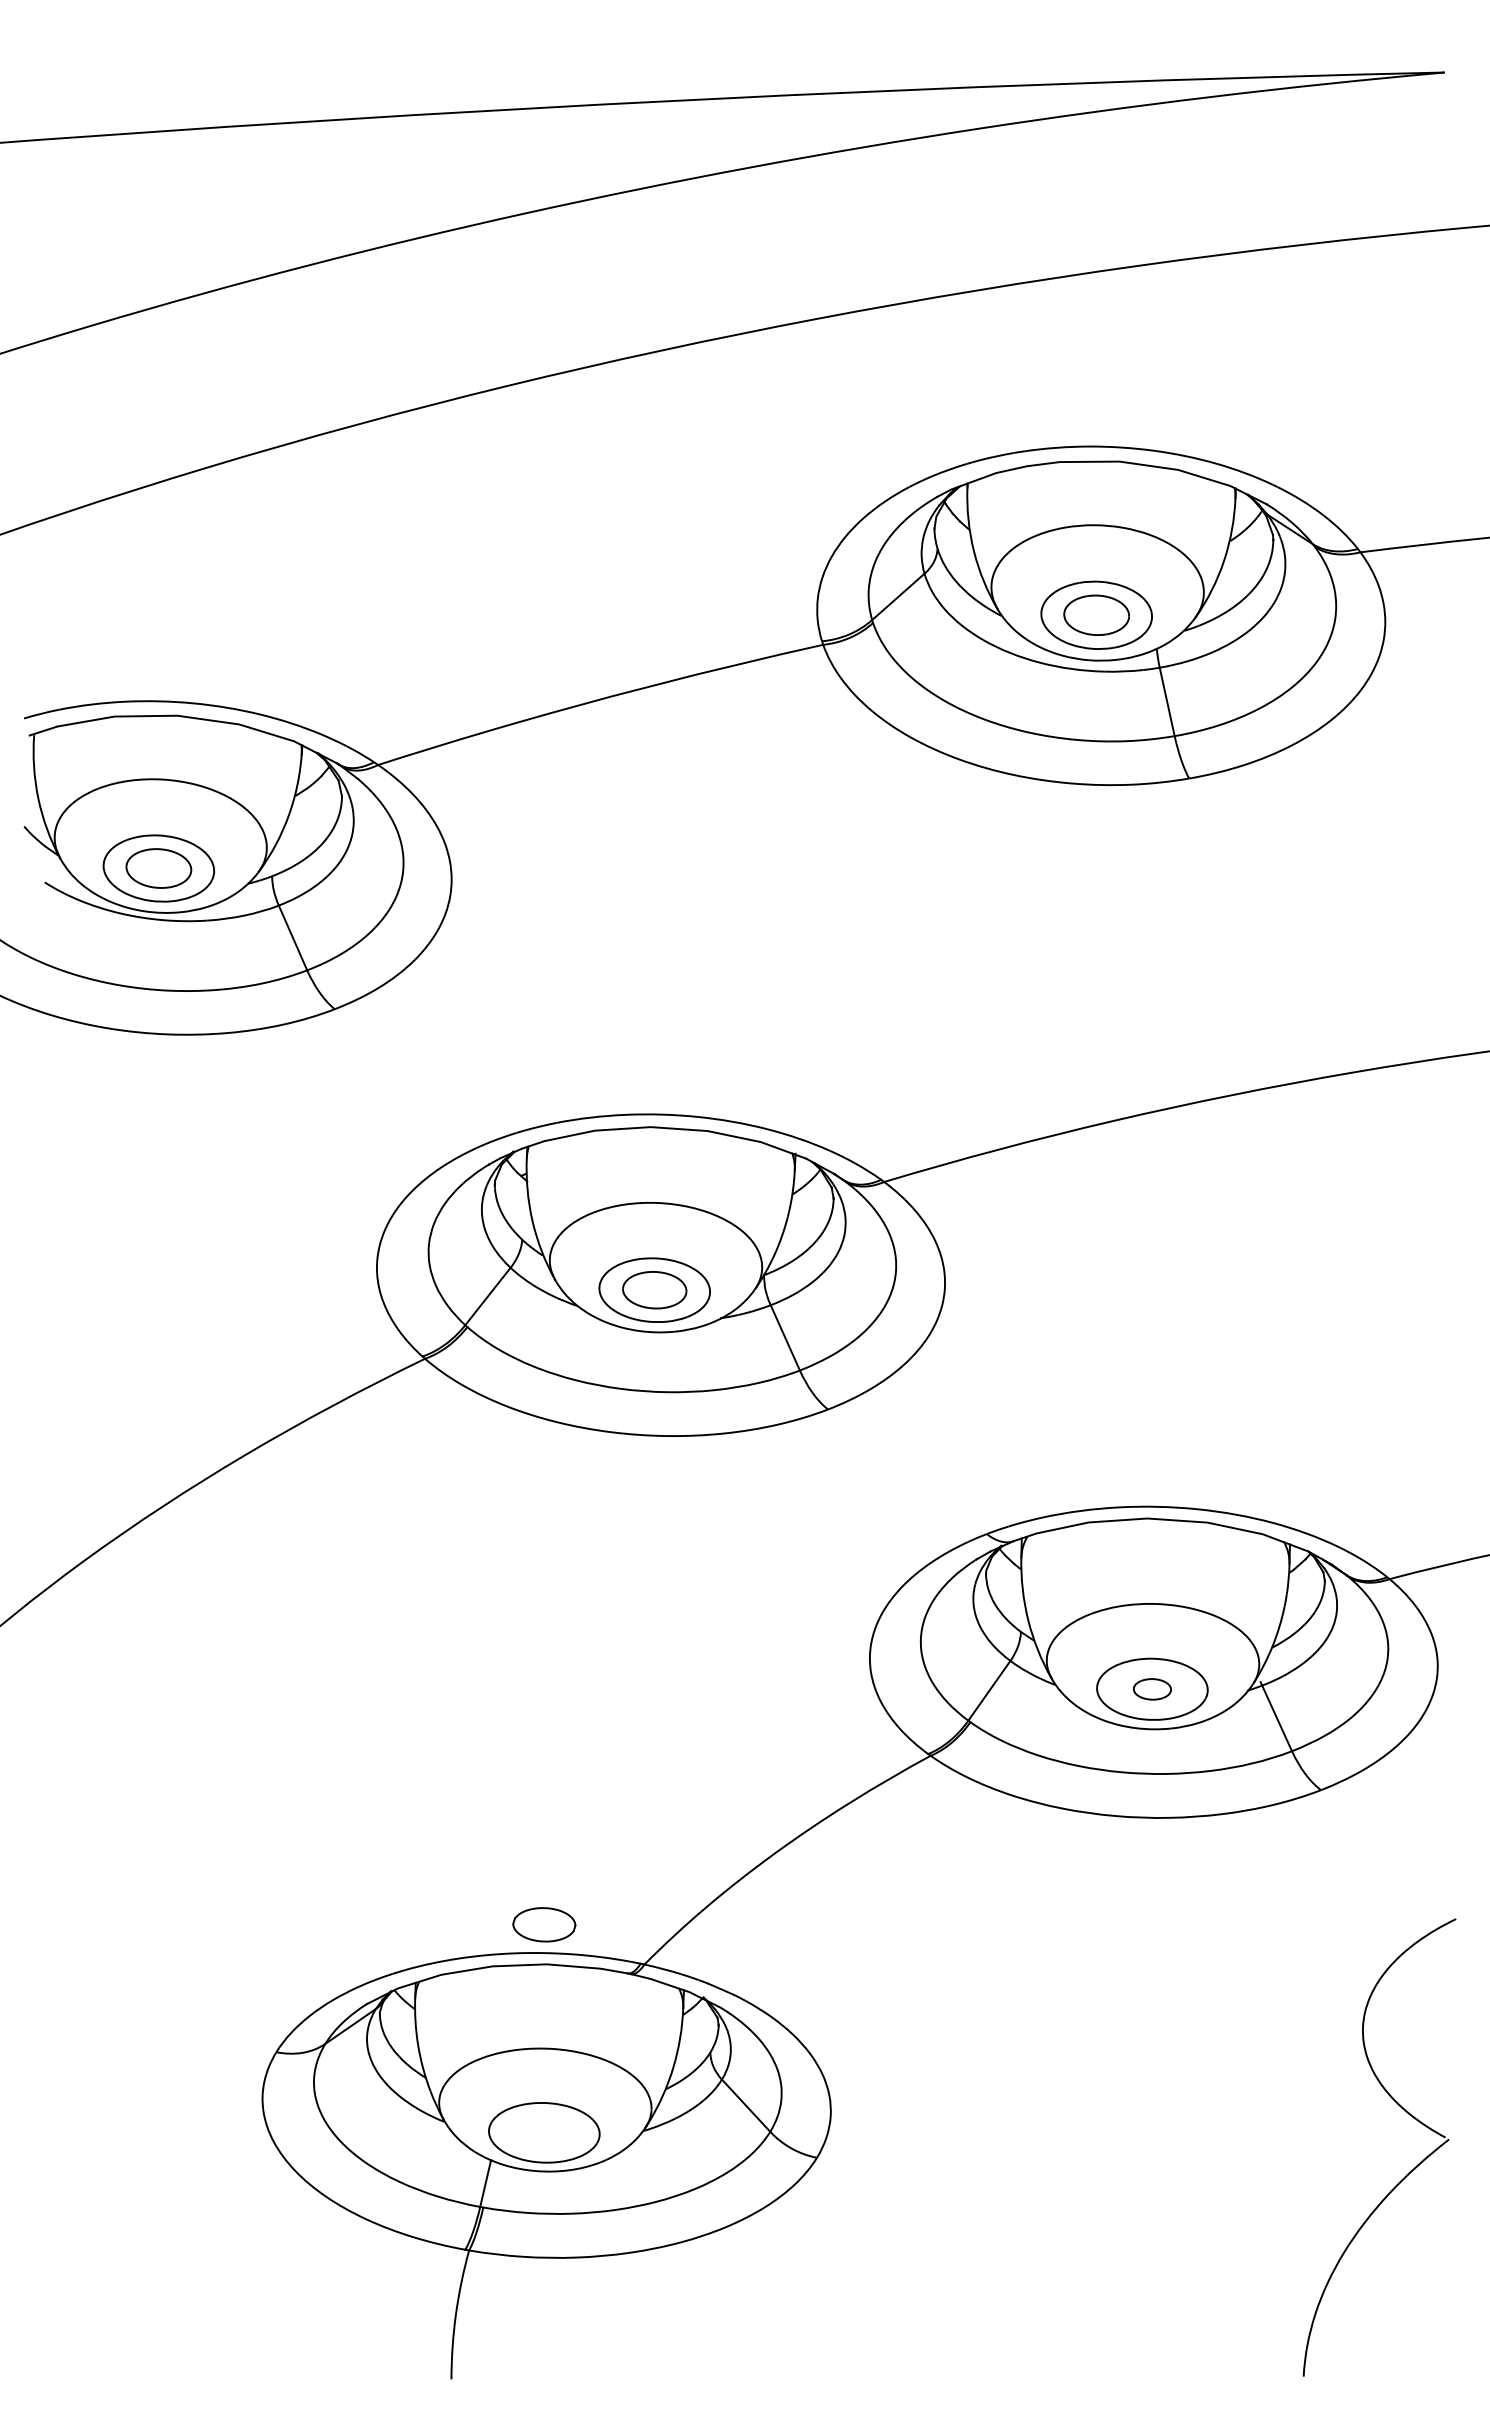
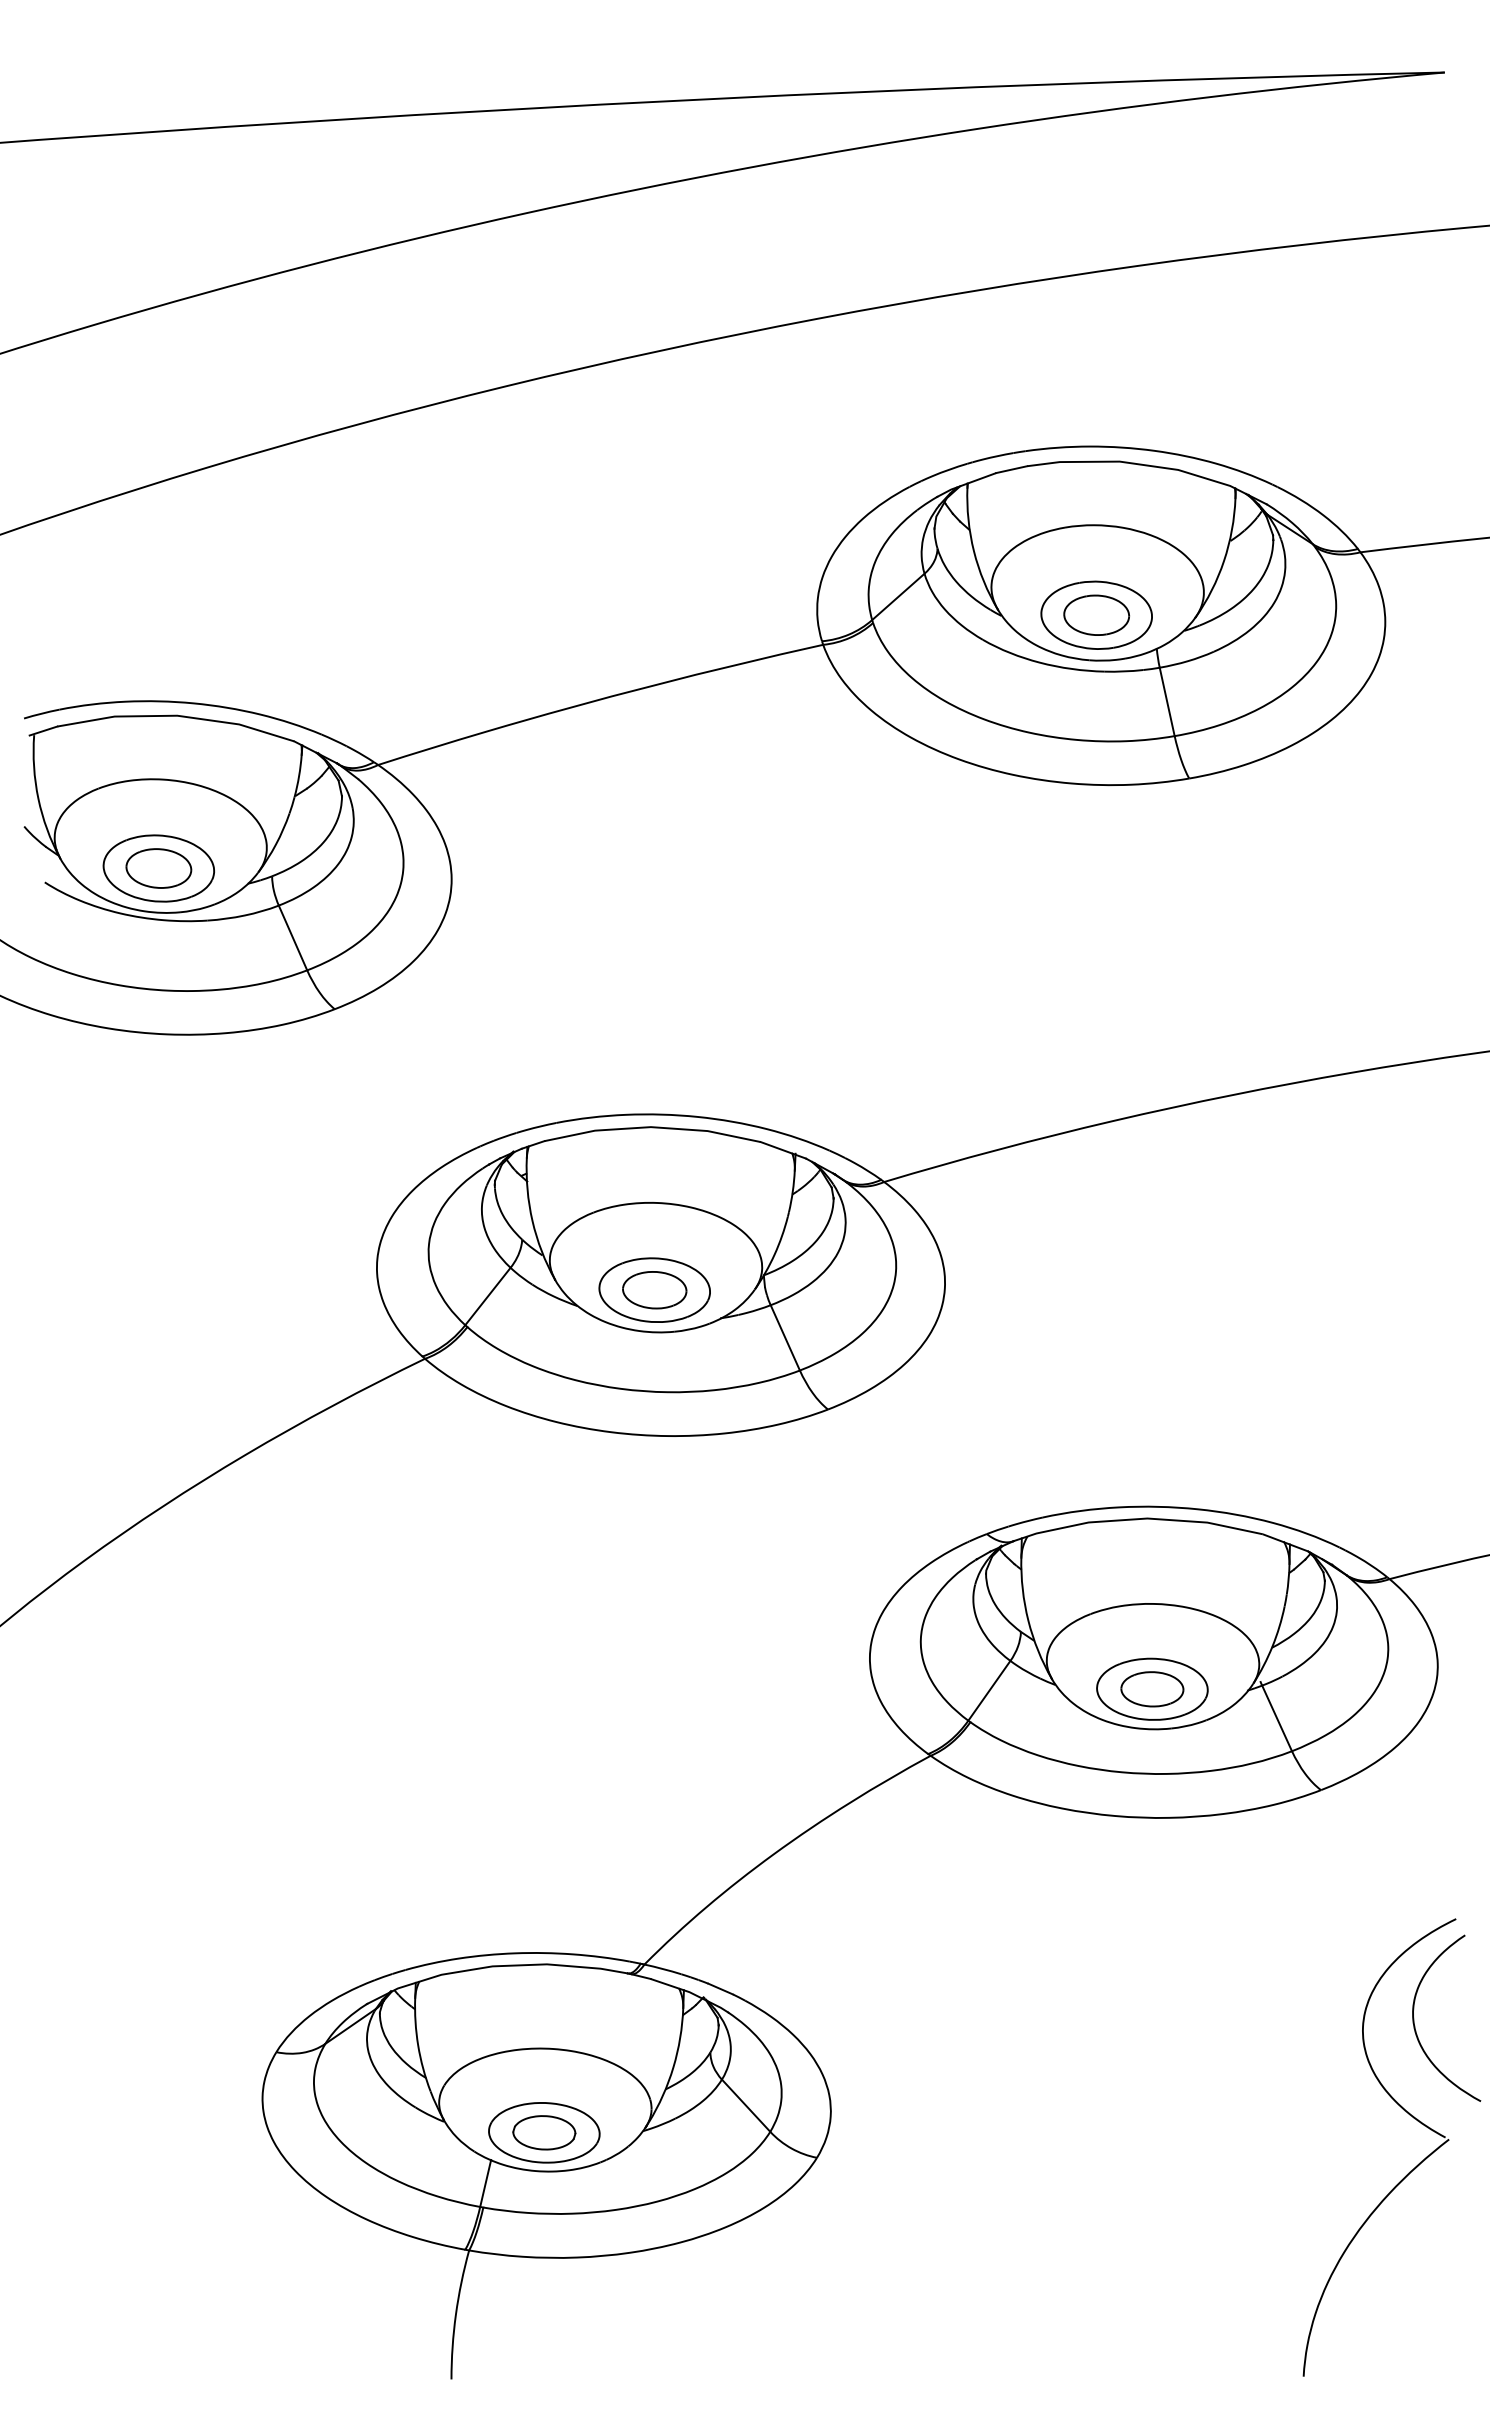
part at (1151, 1689) size: 40x23 px -> 65x37 px
part at (544, 1924) position: (544, 1924) -> (544, 2132)
curve at (1414, 2018): none -> present
